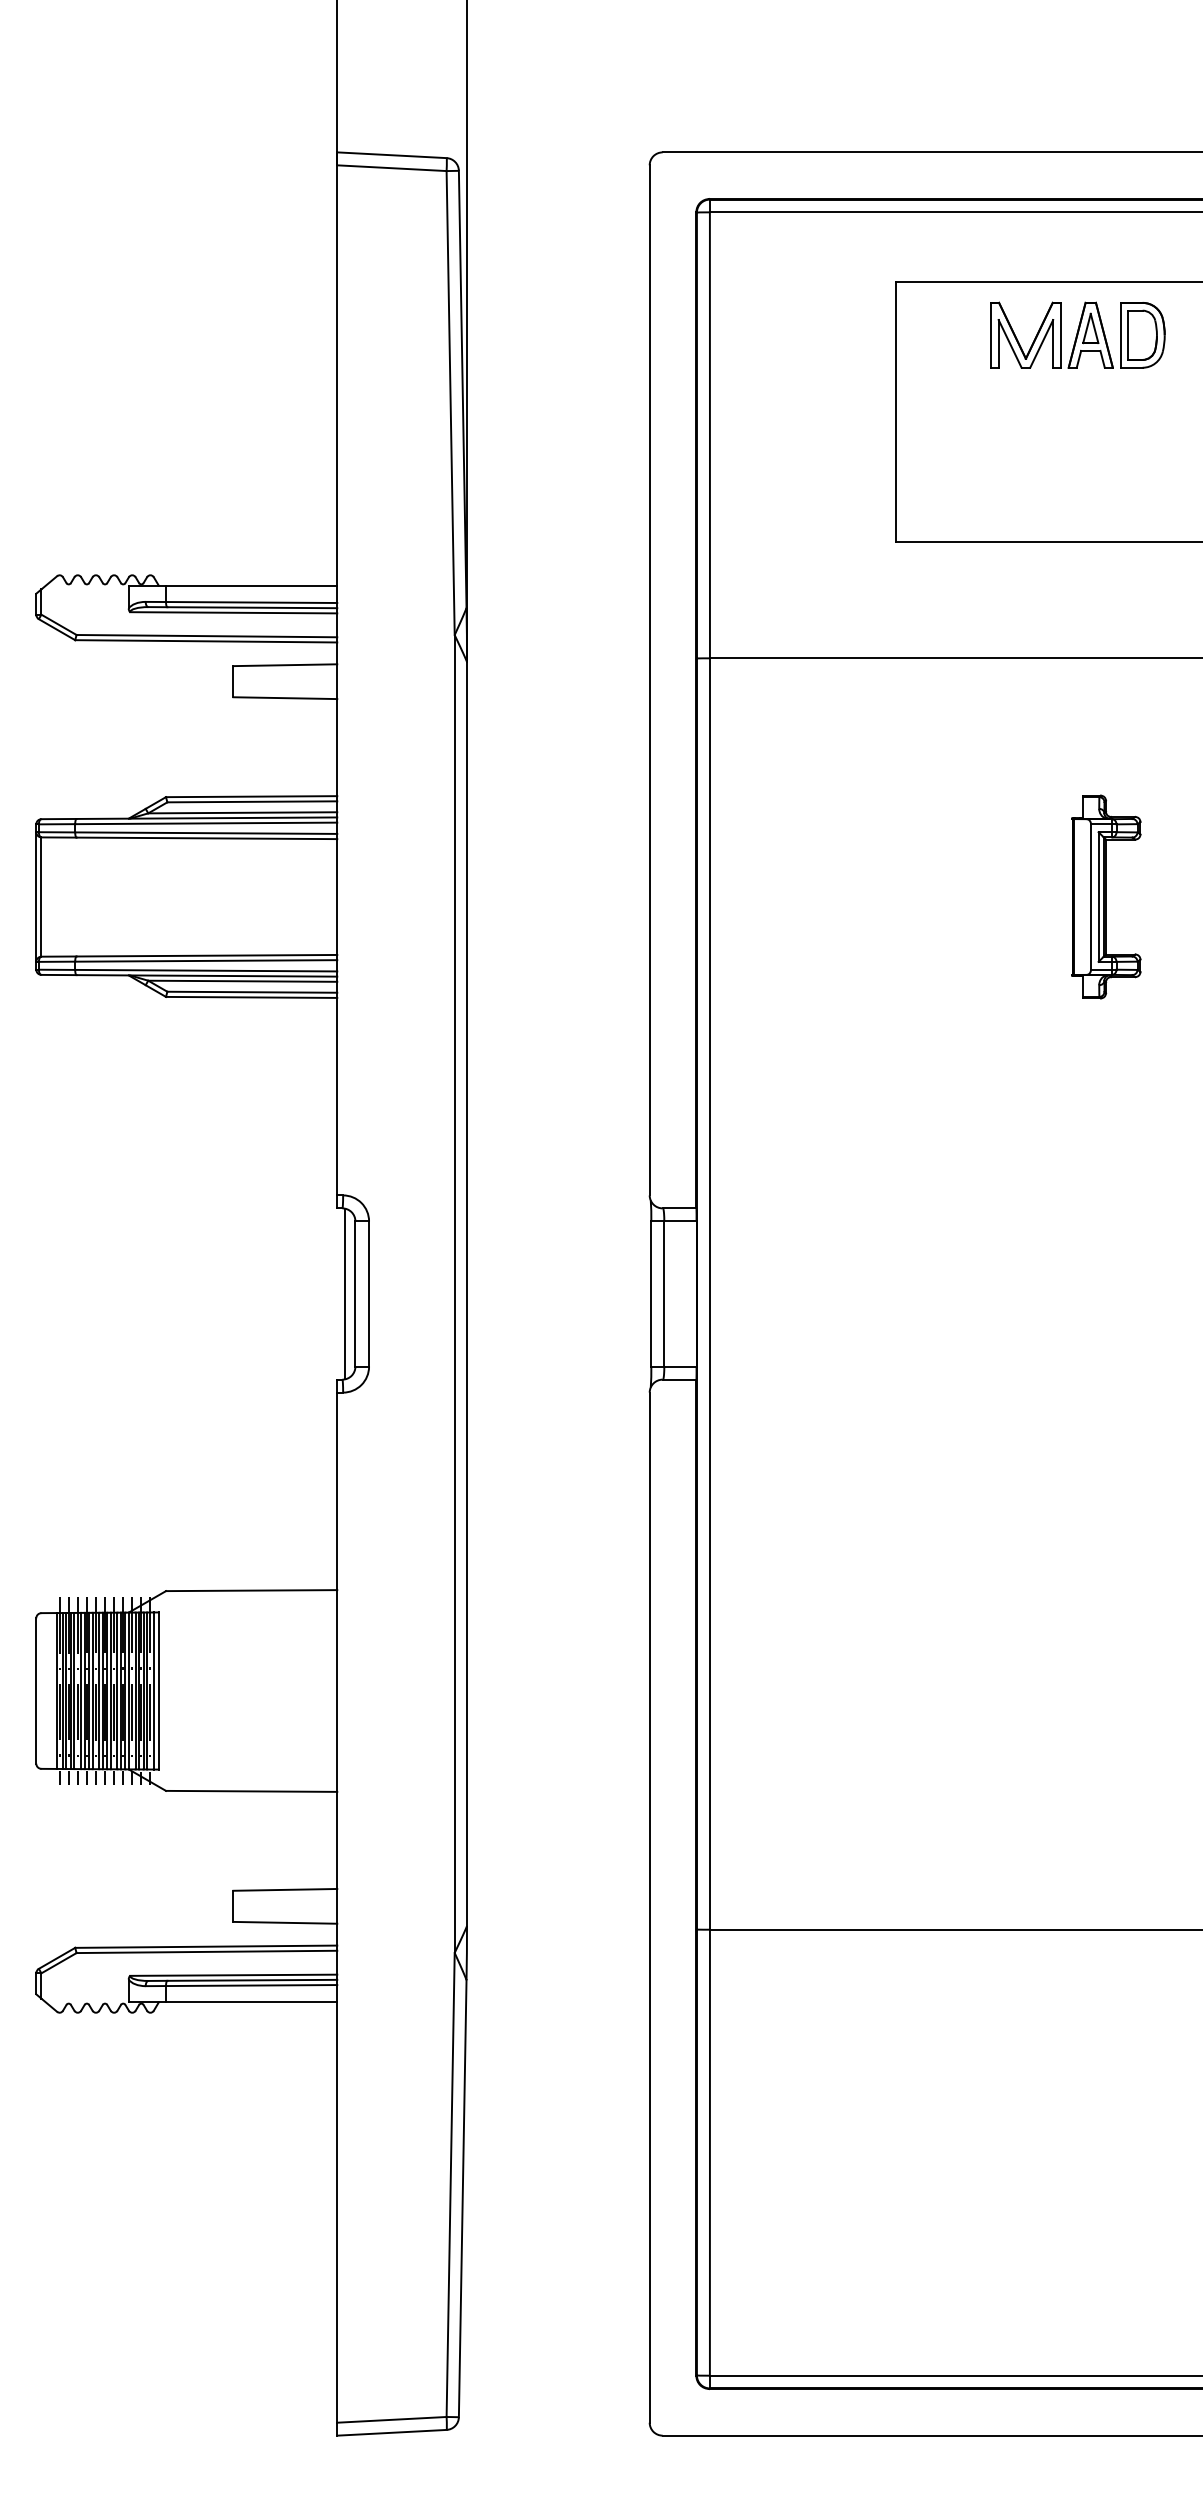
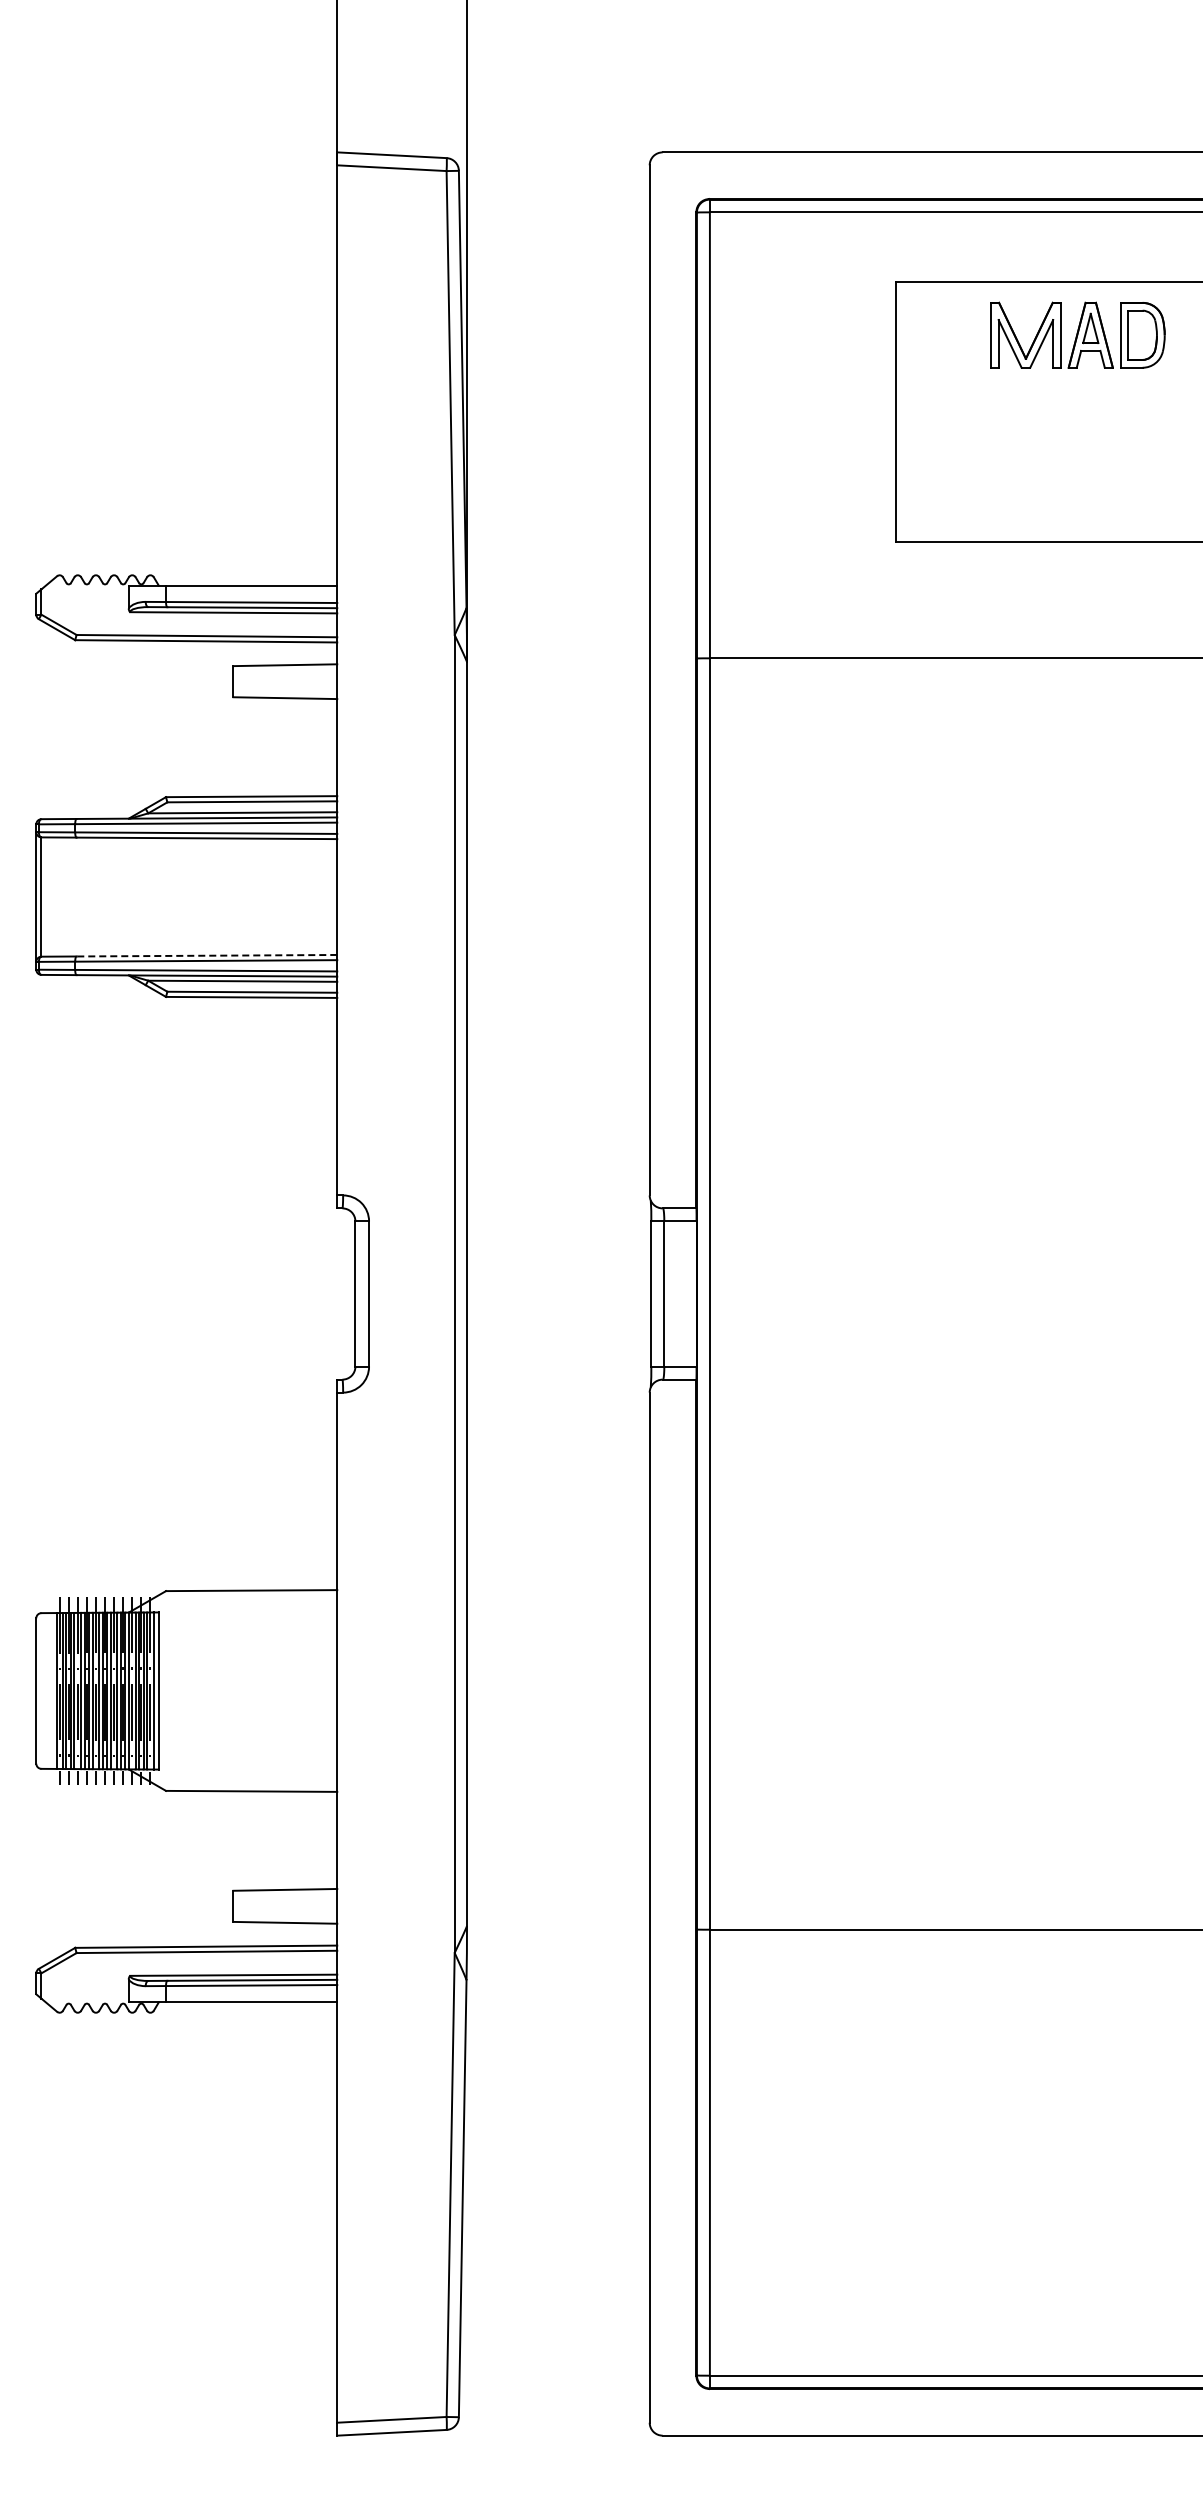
part at (1106, 896): present -> none
line at (206, 955): solid -> dashed
line at (345, 1293): present -> none
